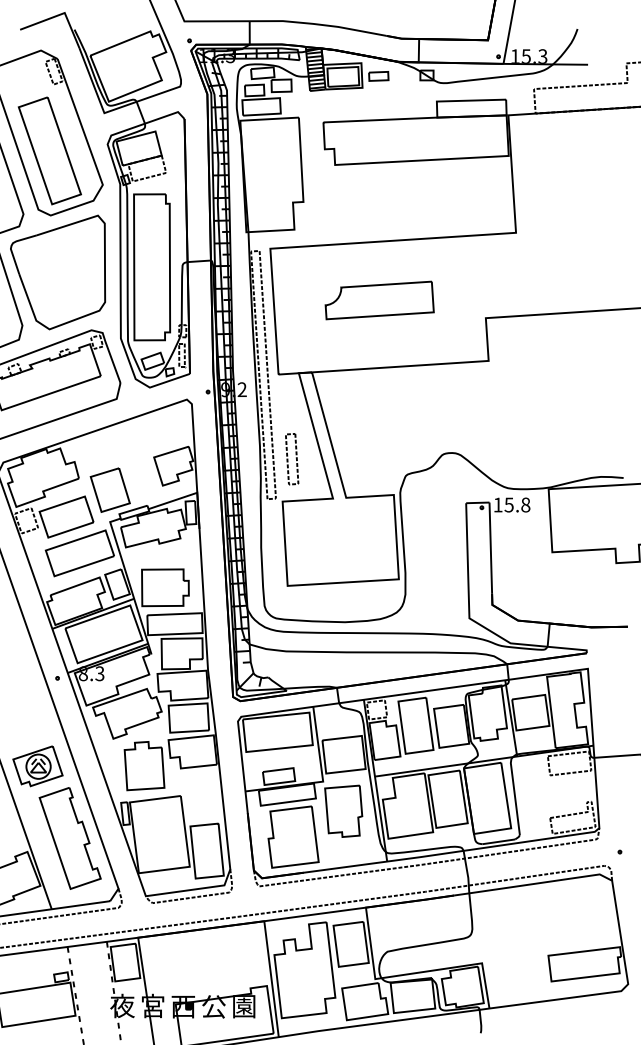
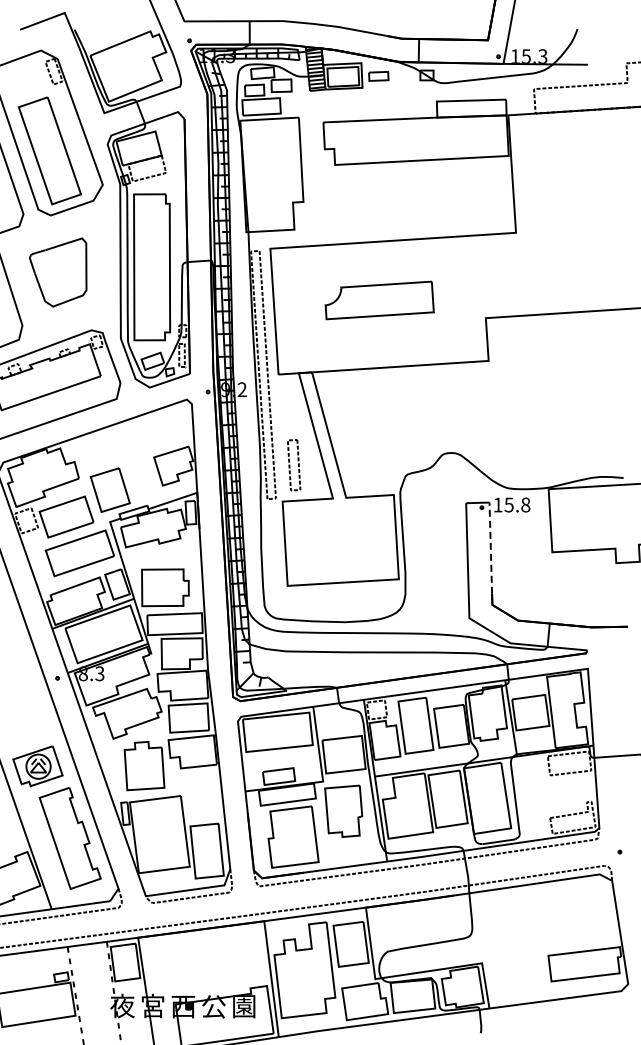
part at (58, 272) size: 97x117 px -> 59x71 px
part at (292, 459) position: (292, 459) -> (294, 465)
line at (490, 548): solid -> dashed
